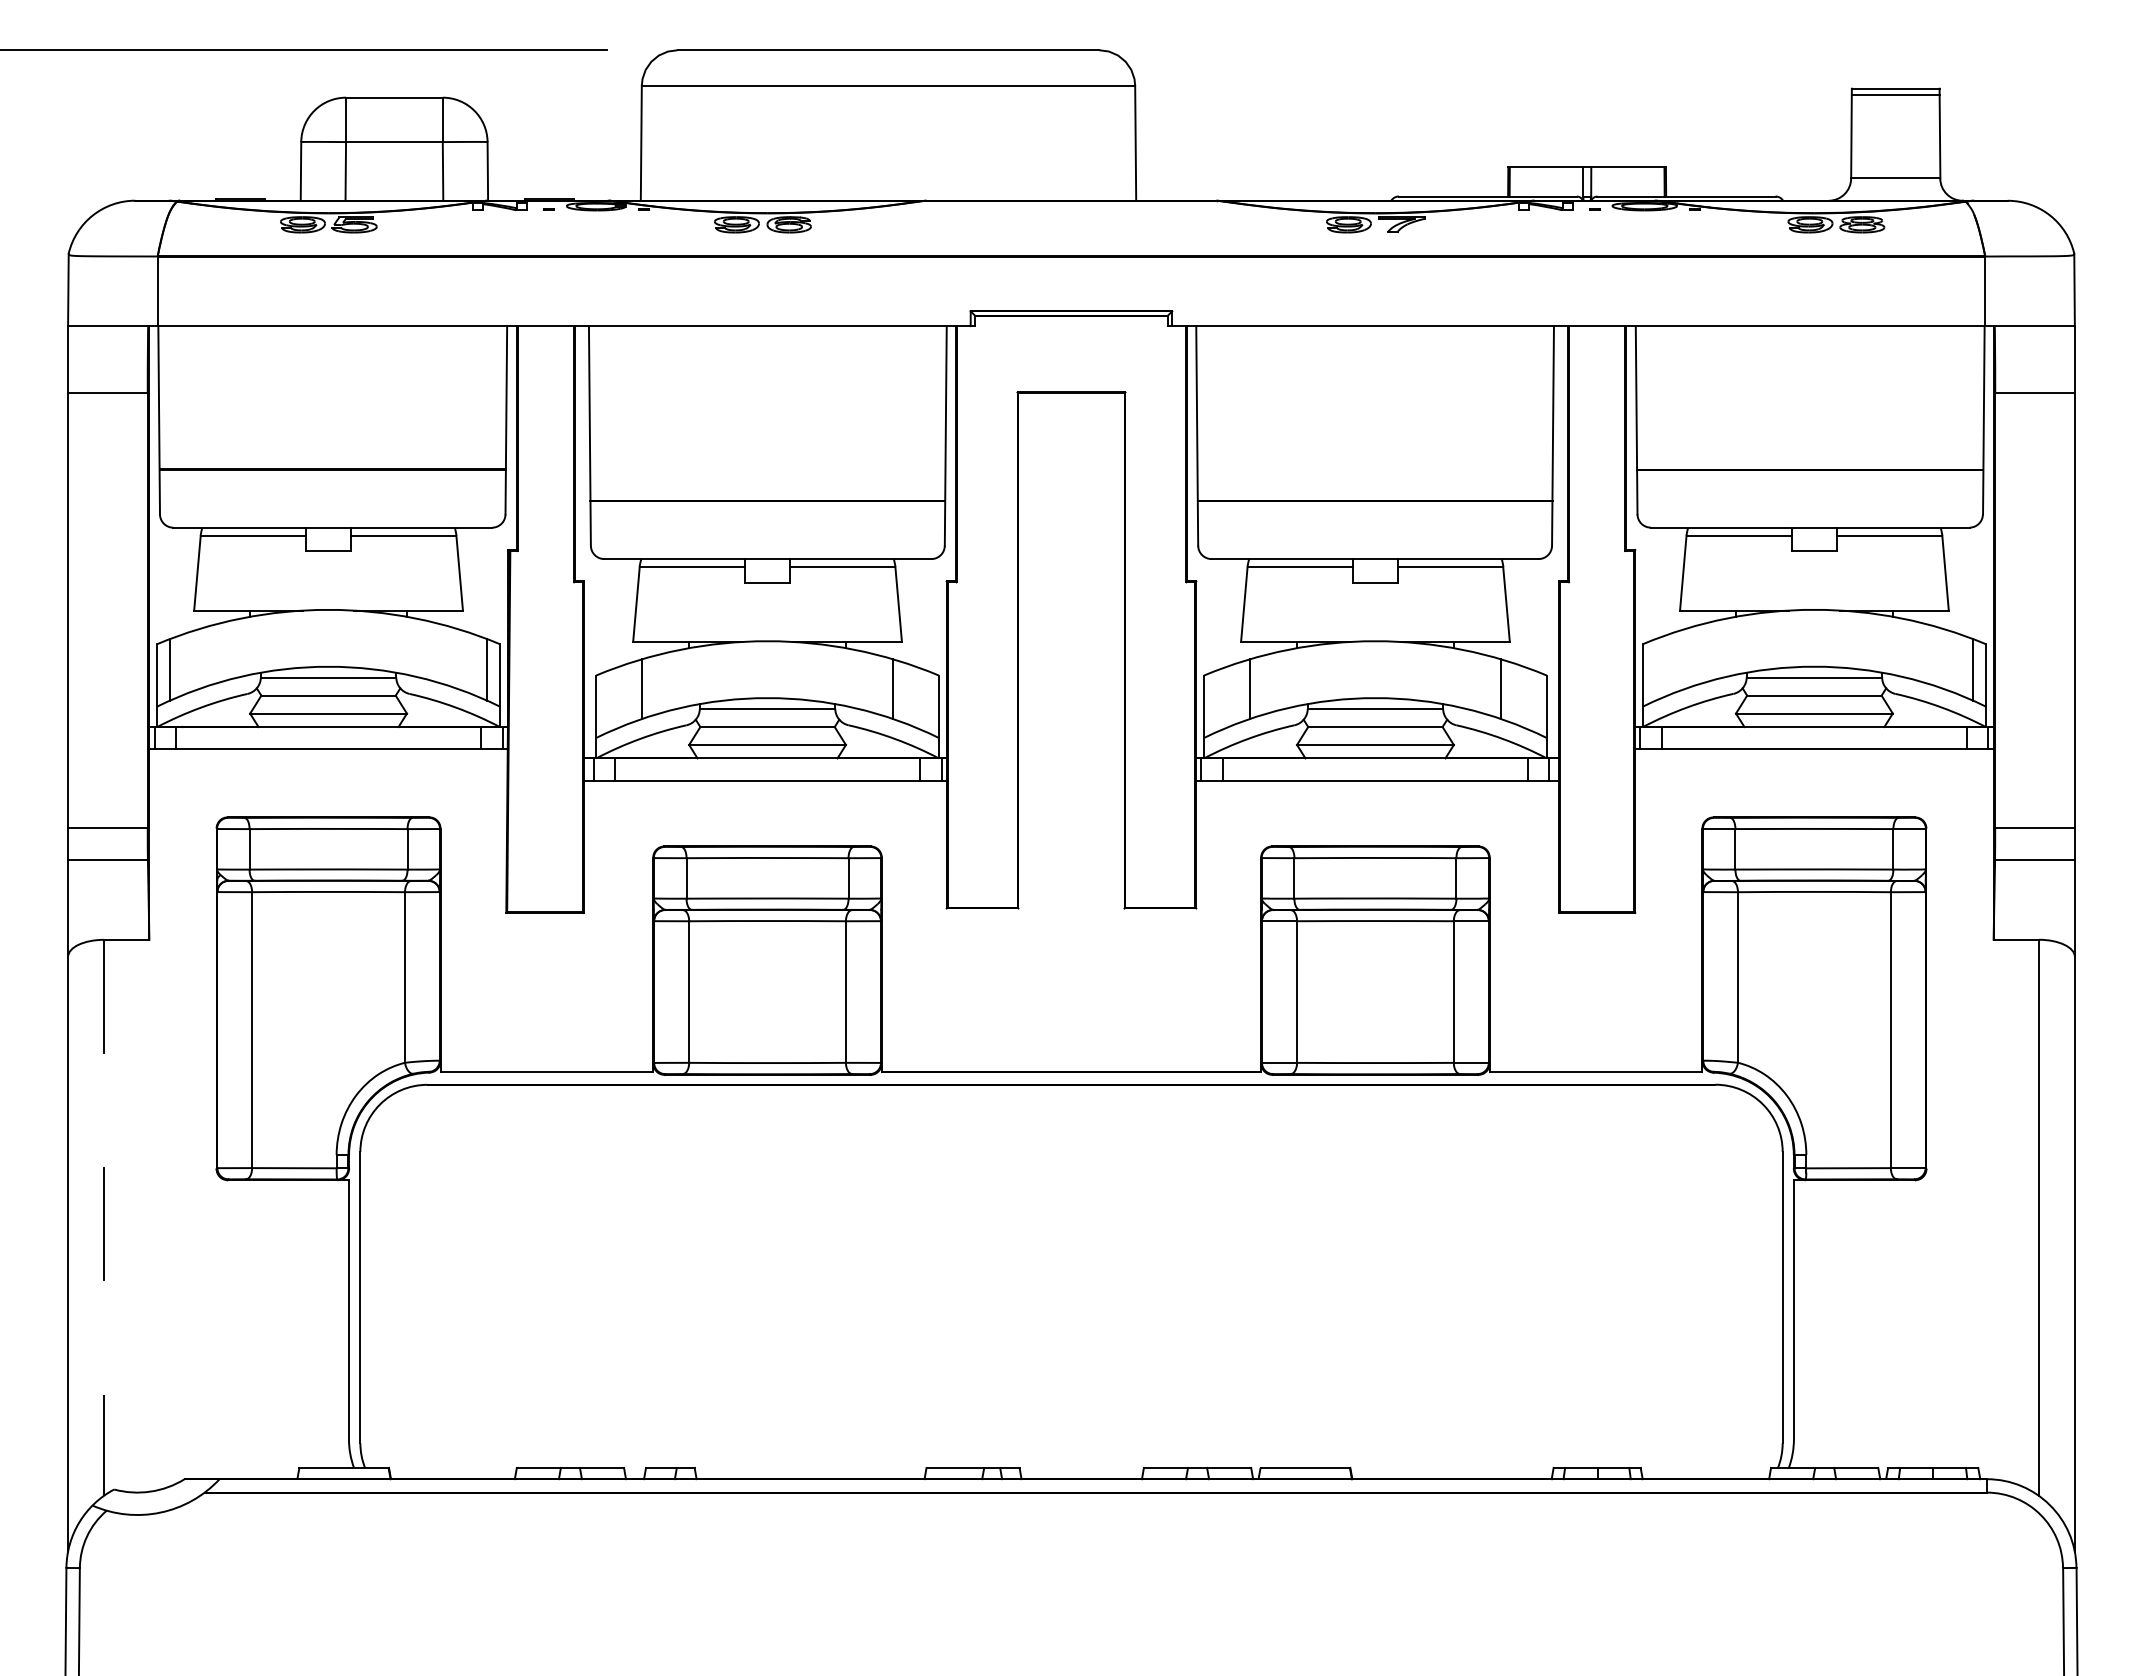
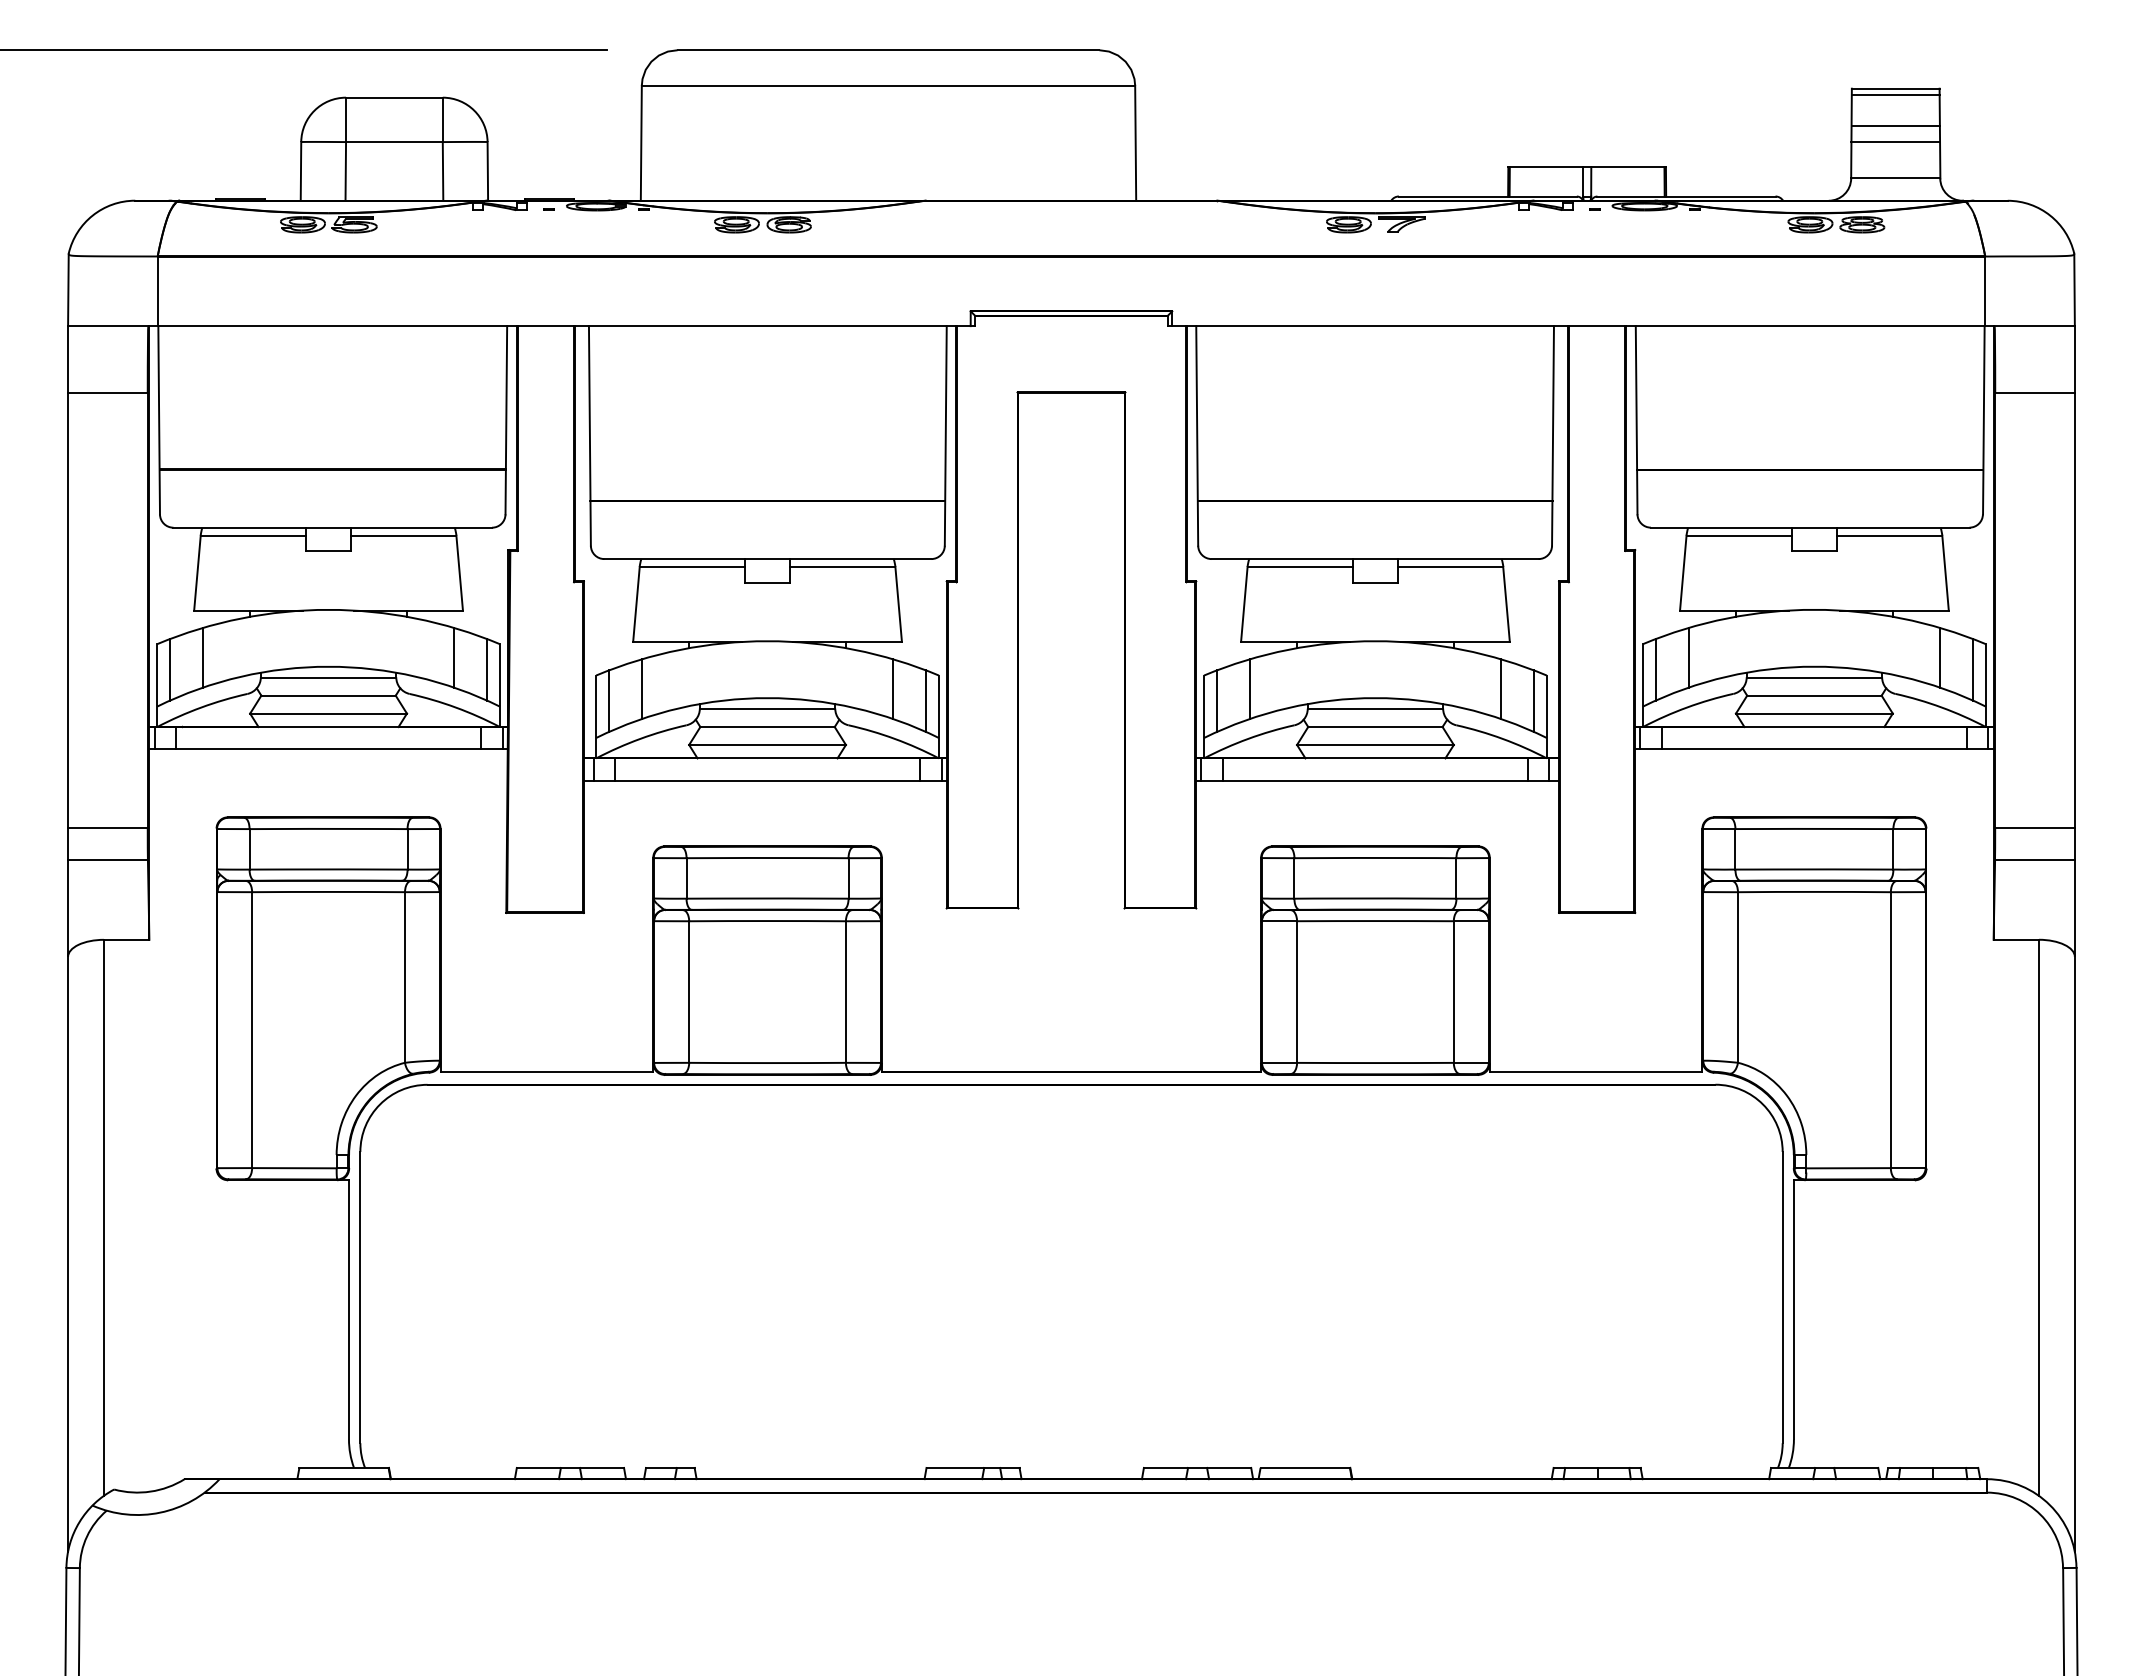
line at (1895, 126): none -> present
line at (1895, 142): none -> present
line at (202, 657): none -> present
line at (454, 657): none -> present
line at (1688, 657): none -> present
line at (1940, 657): none -> present
line at (1655, 669): none -> present
line at (608, 701): none -> present
line at (926, 701): none -> present
line at (1216, 701): none -> present
line at (1534, 701): none -> present
line at (103, 1218): dashed -> solid
